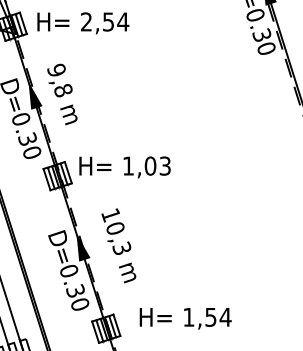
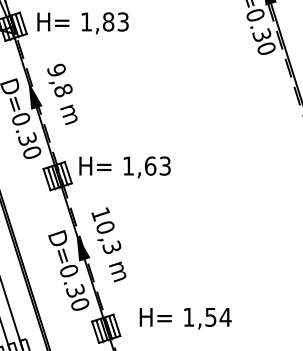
text at (105, 21): 2,54 -> 1,83
text at (150, 165): 1,03 -> 1,63
text at (118, 245) position: (118, 245) -> (108, 244)
